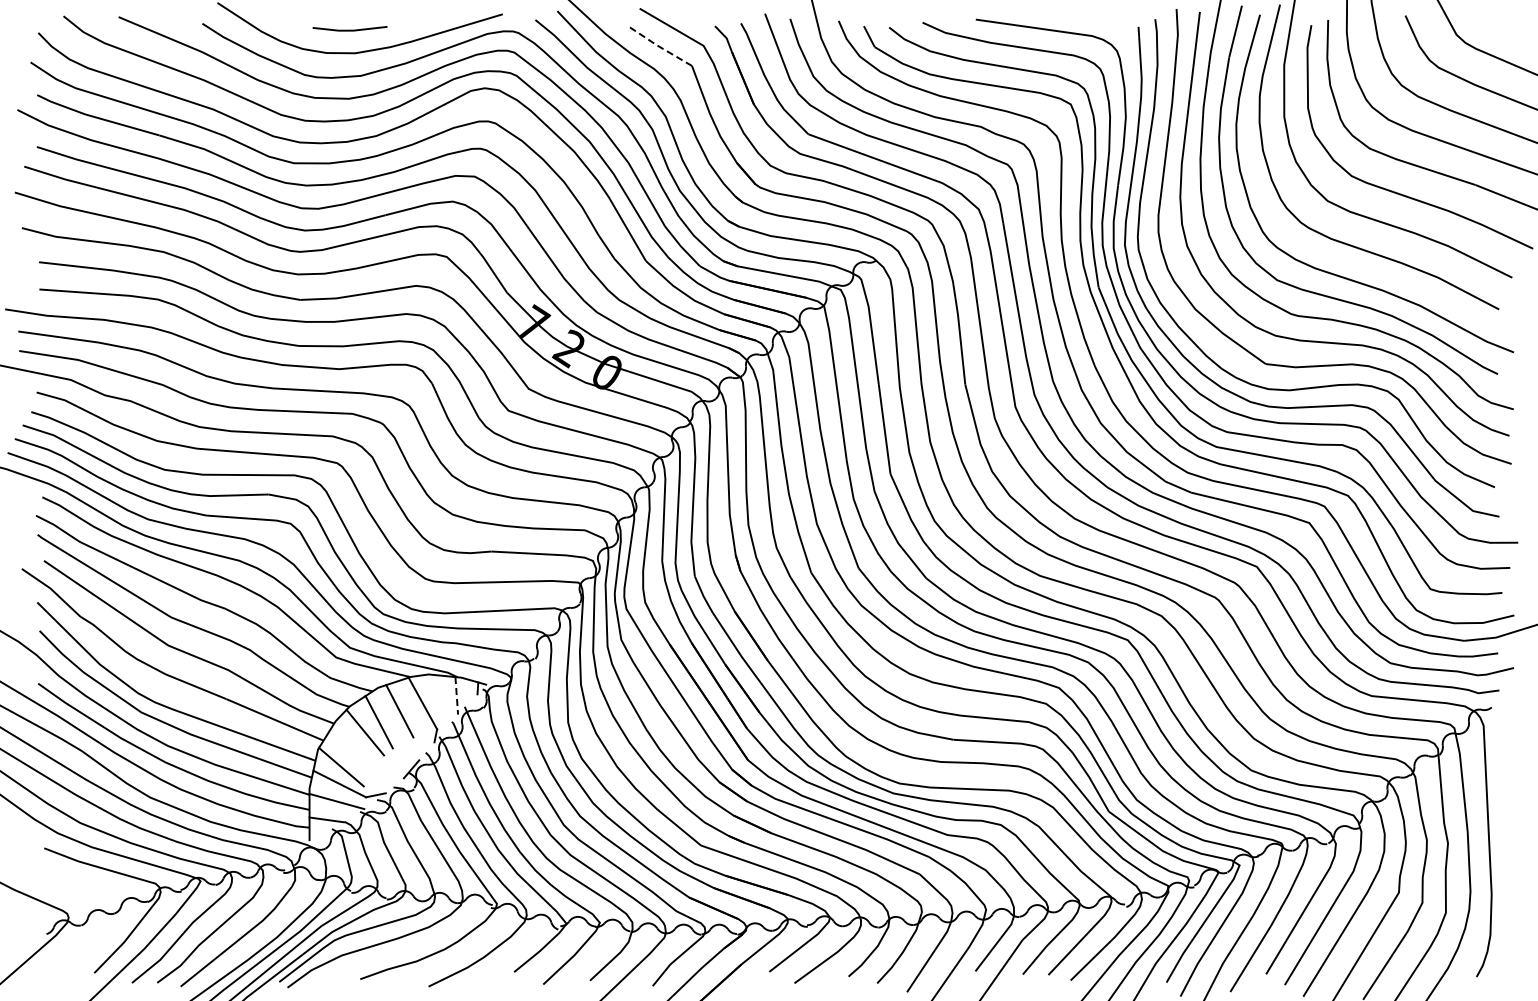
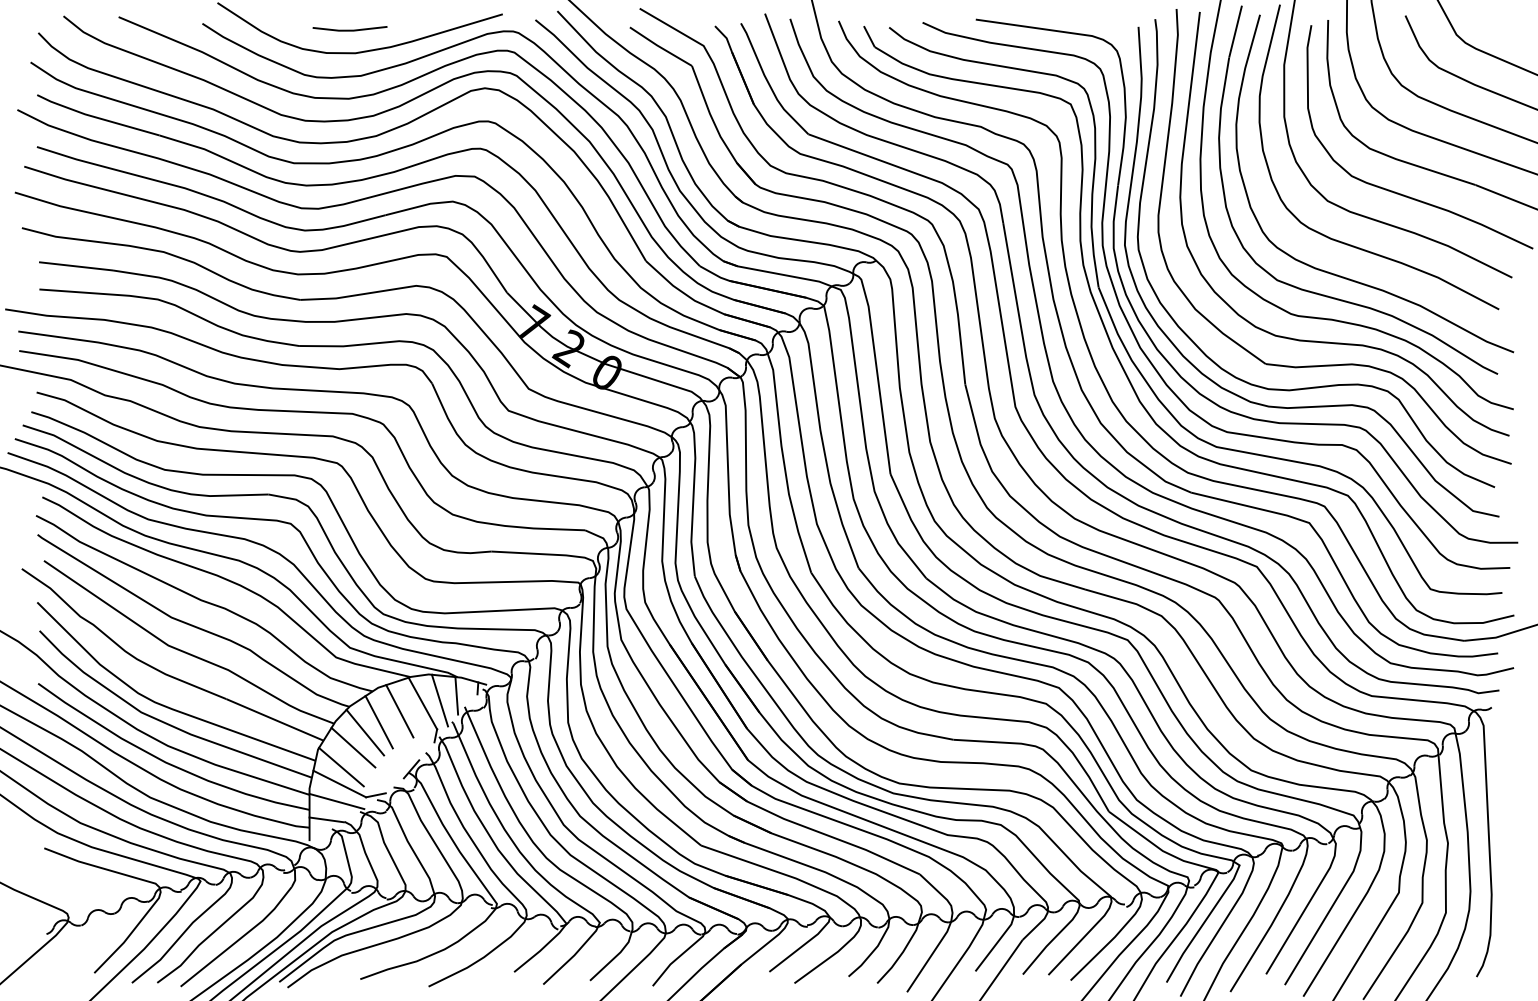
line at (659, 46): dashed -> solid
line at (456, 695): dashed -> solid
line at (439, 700): none -> present
line at (353, 747): none -> present
